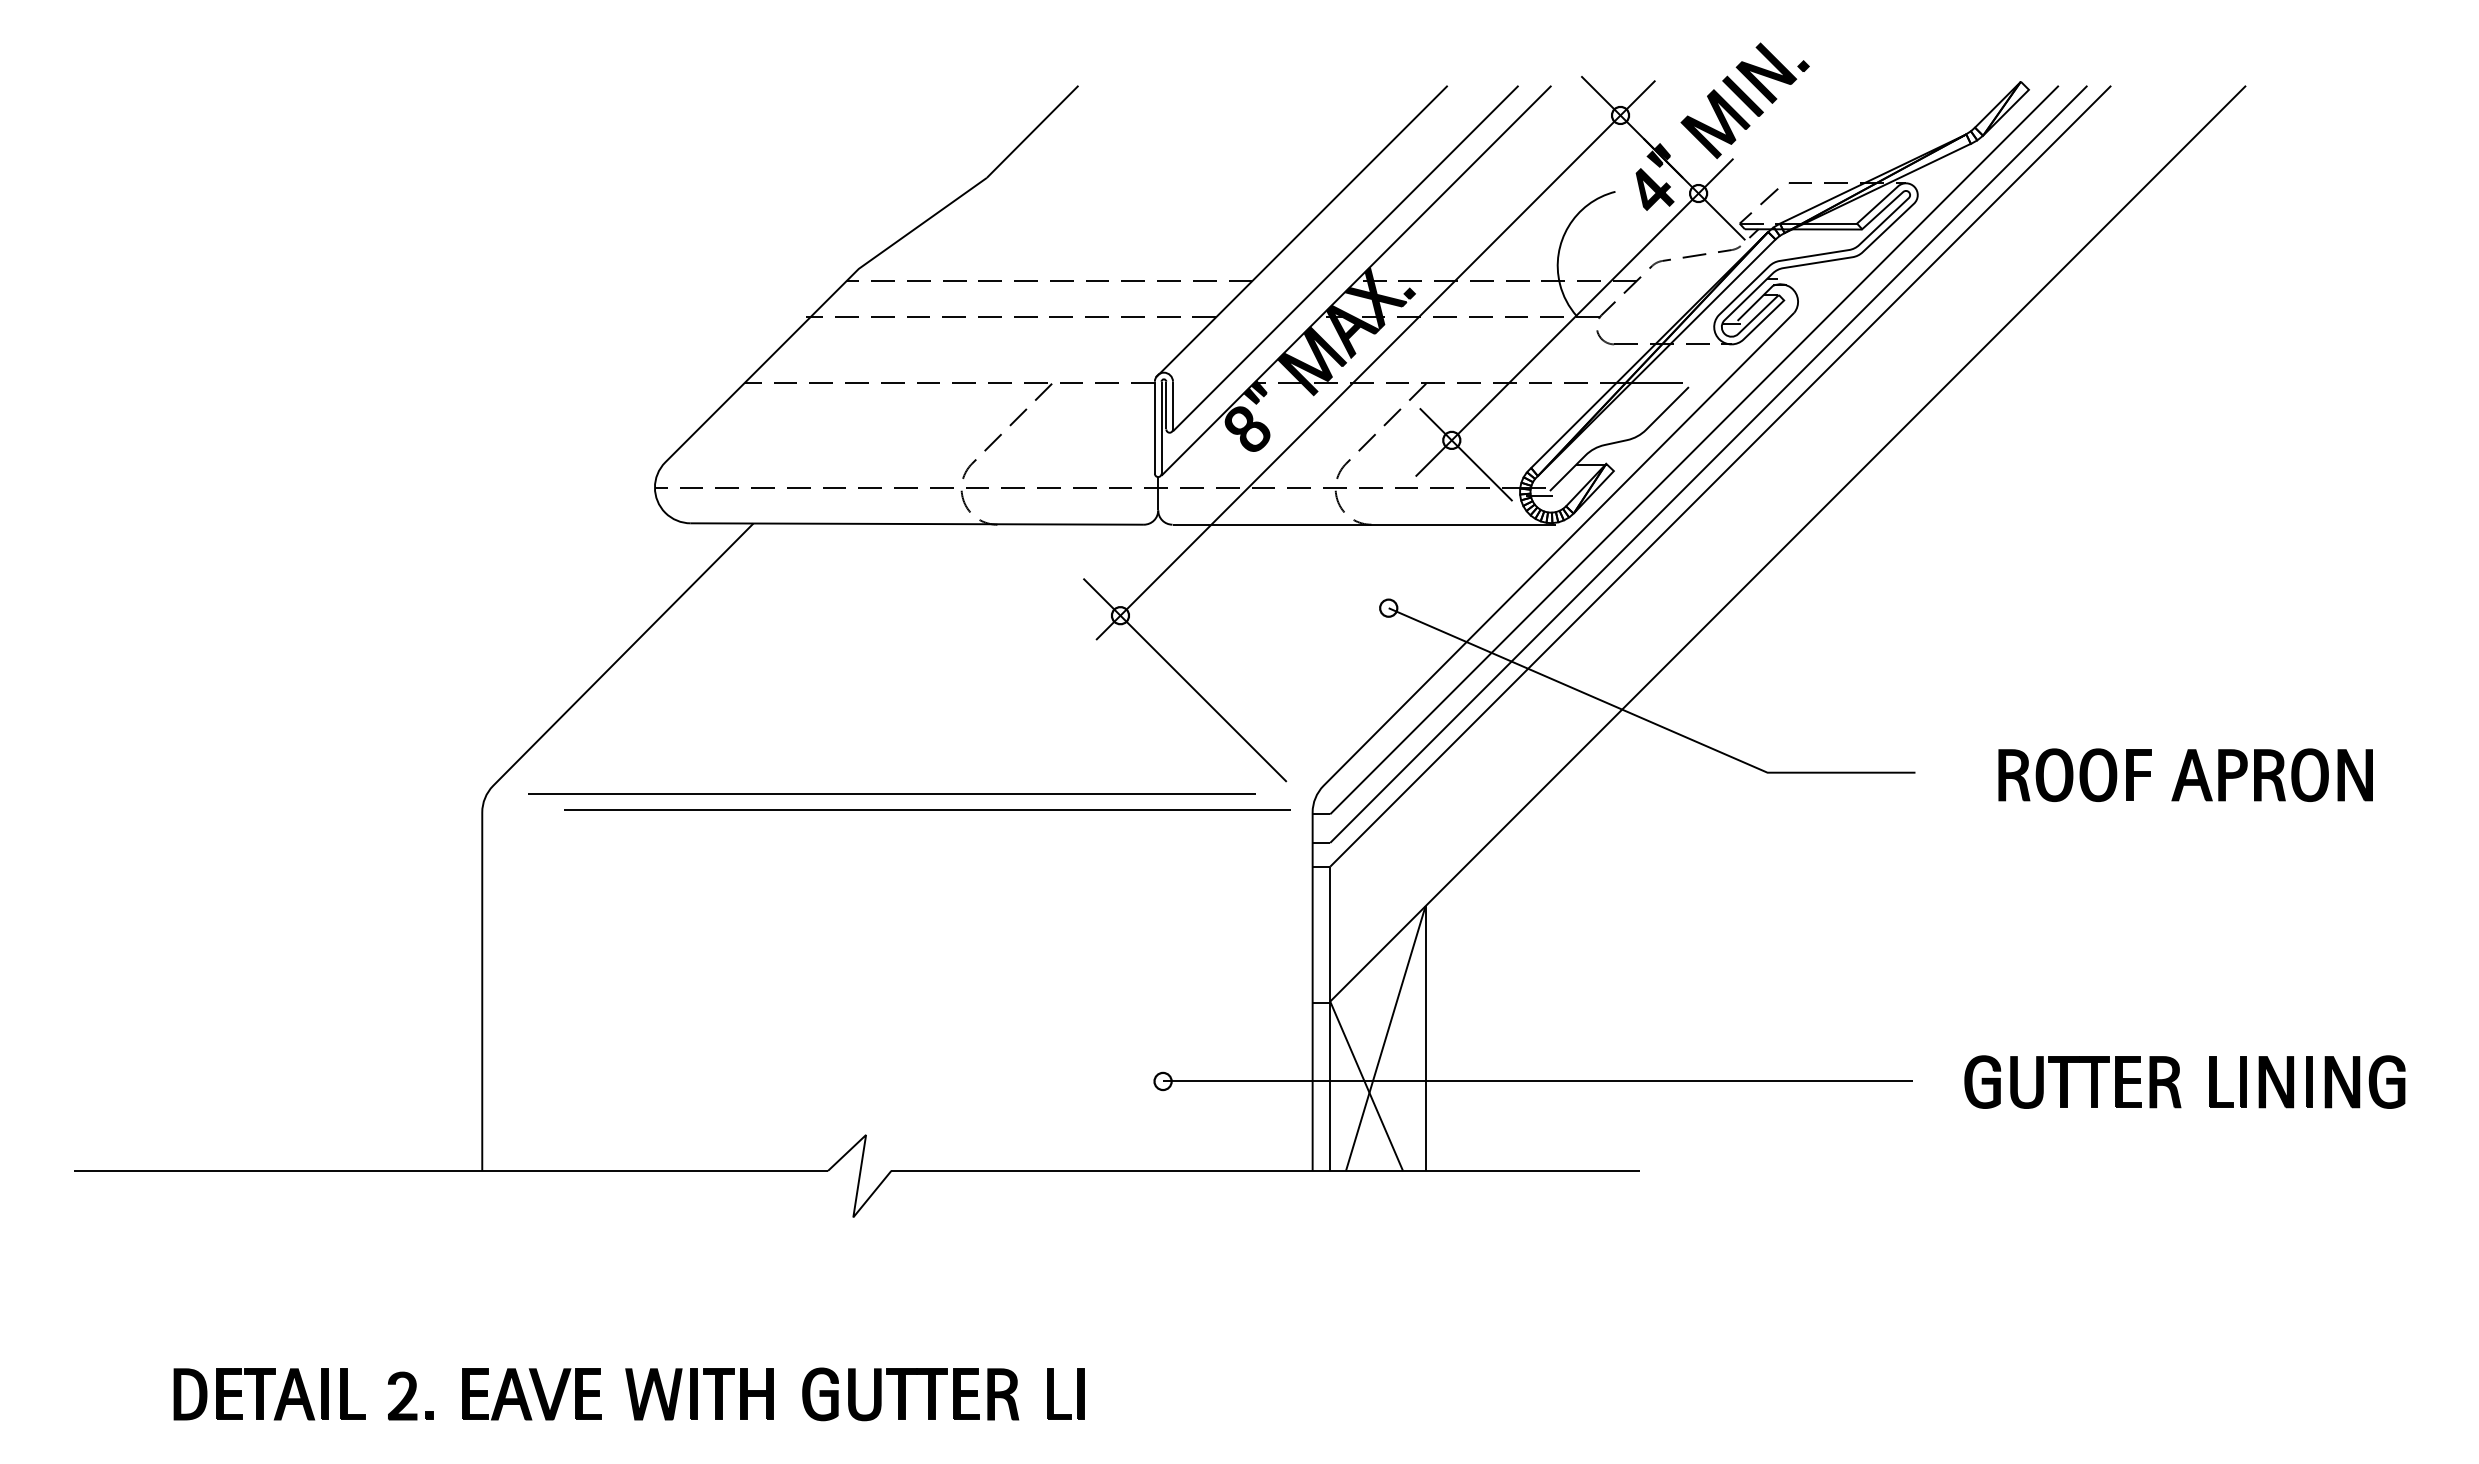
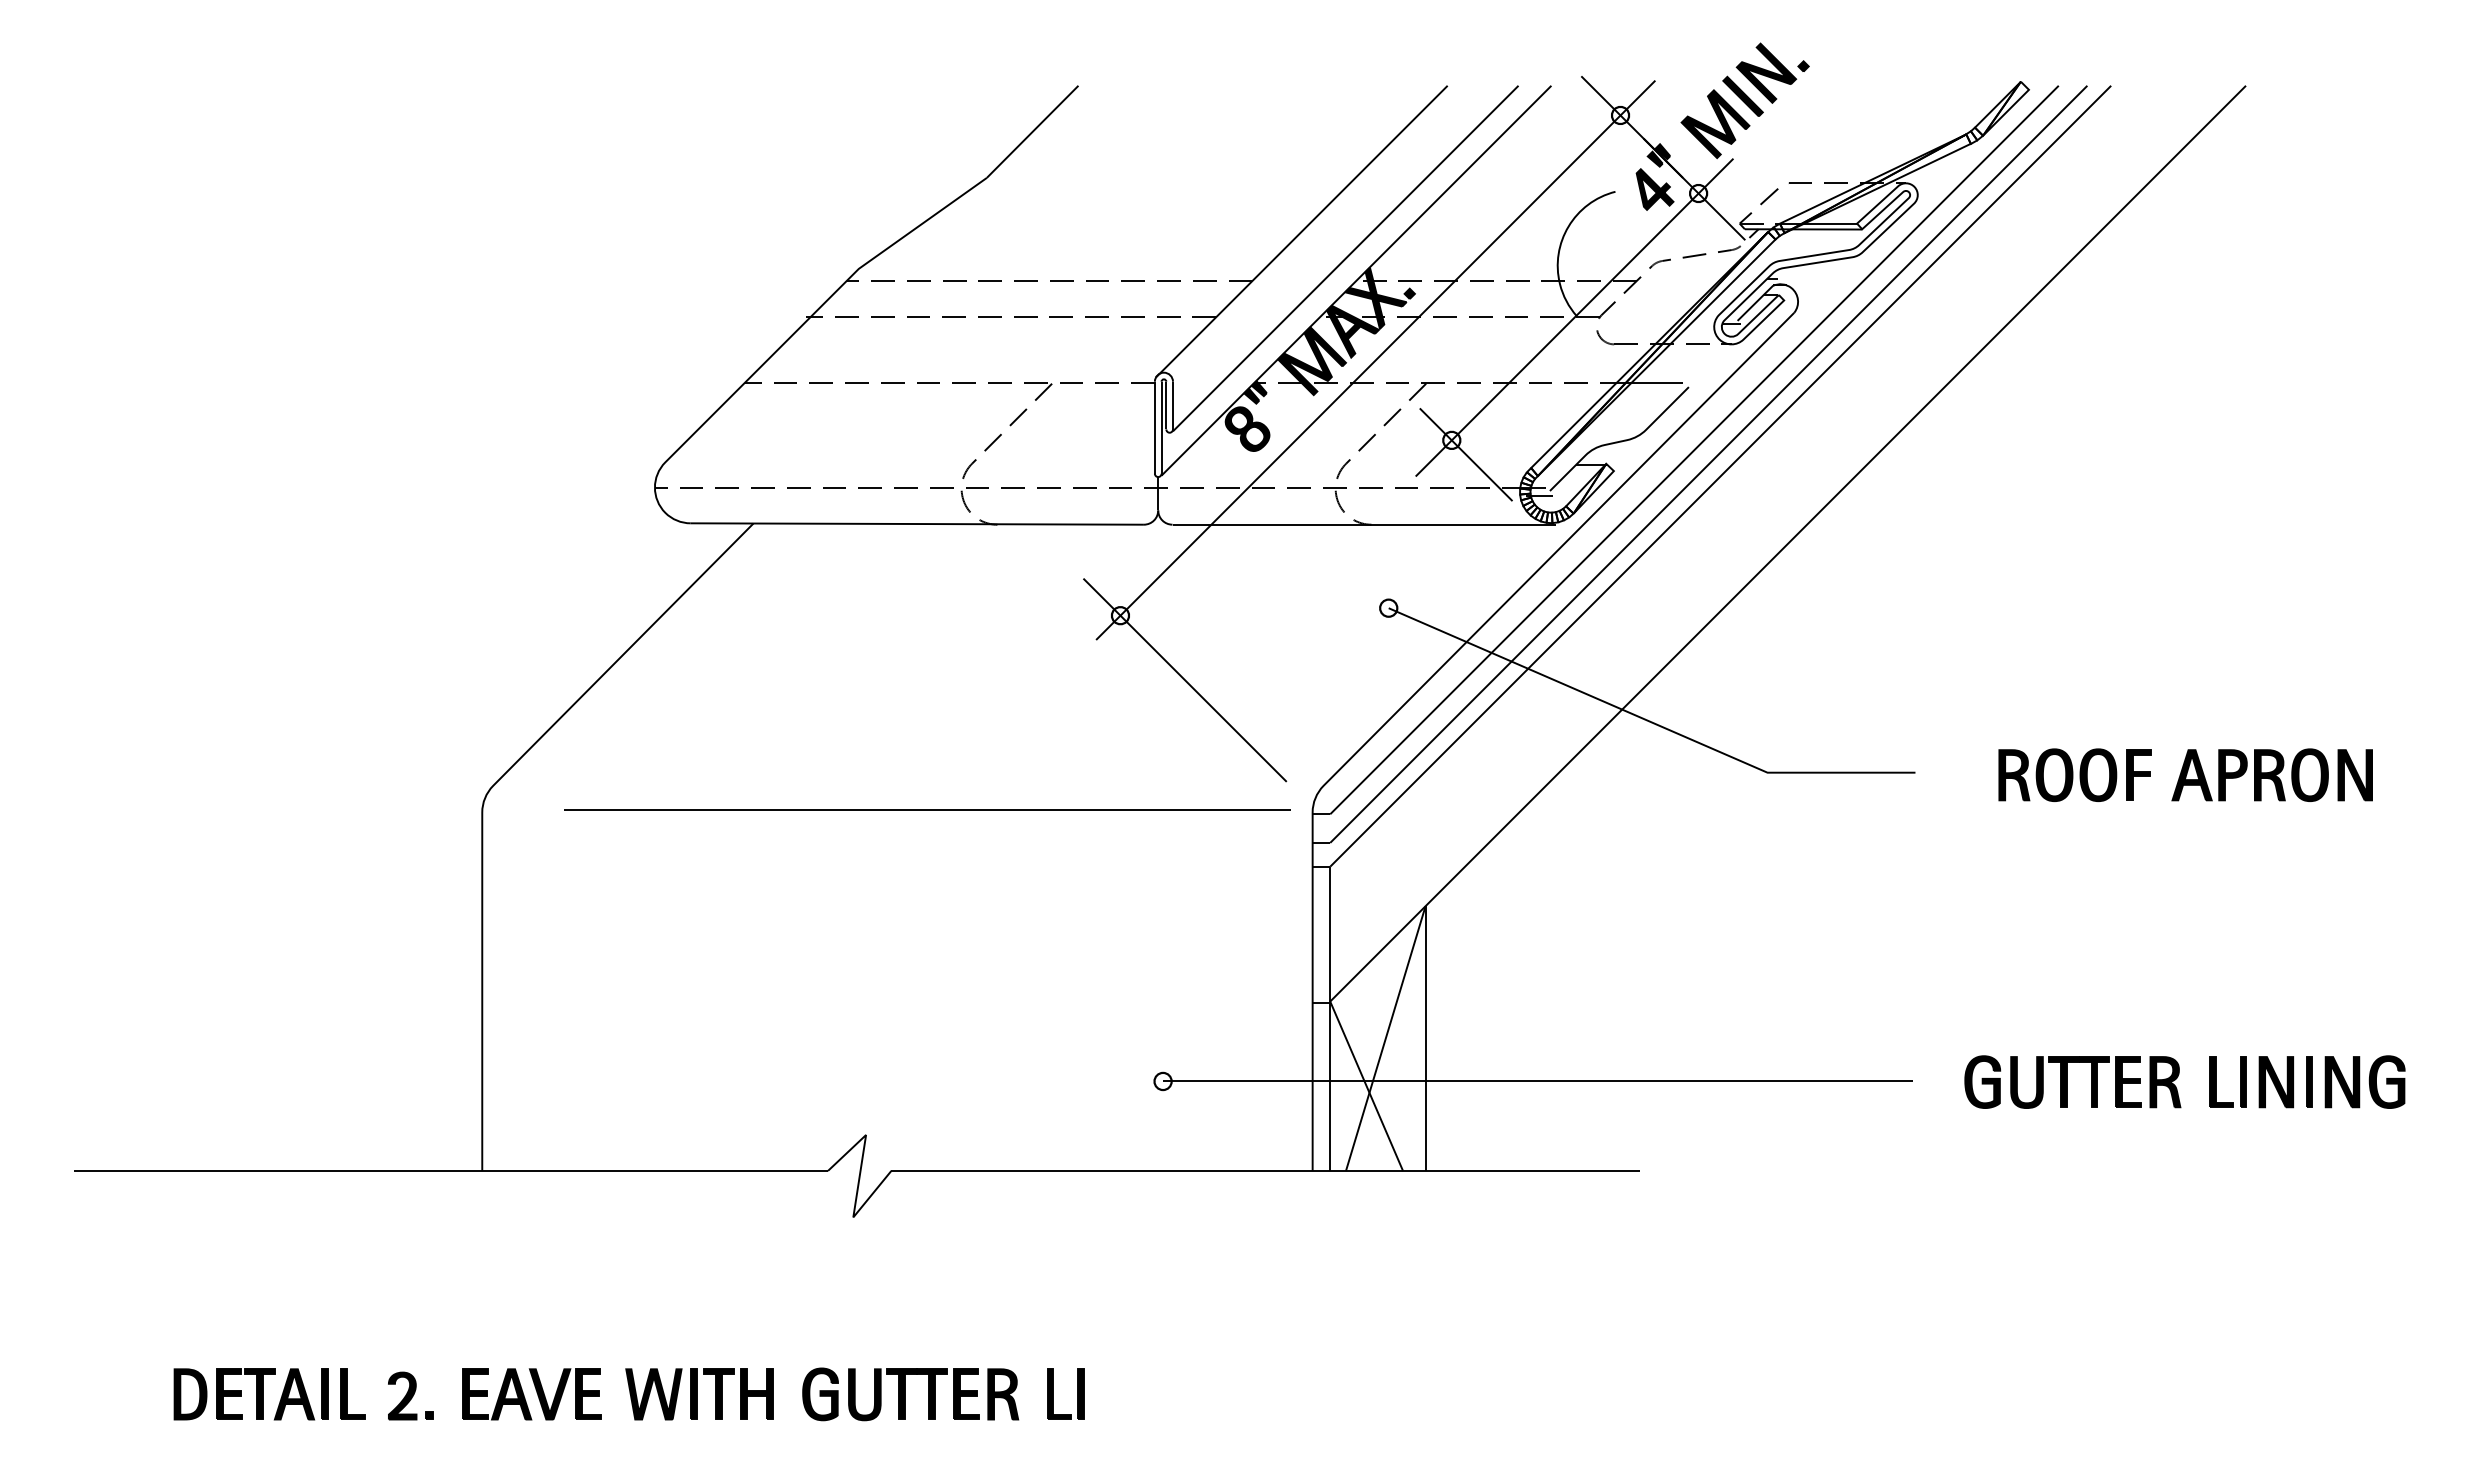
line at (891, 793): present -> none
